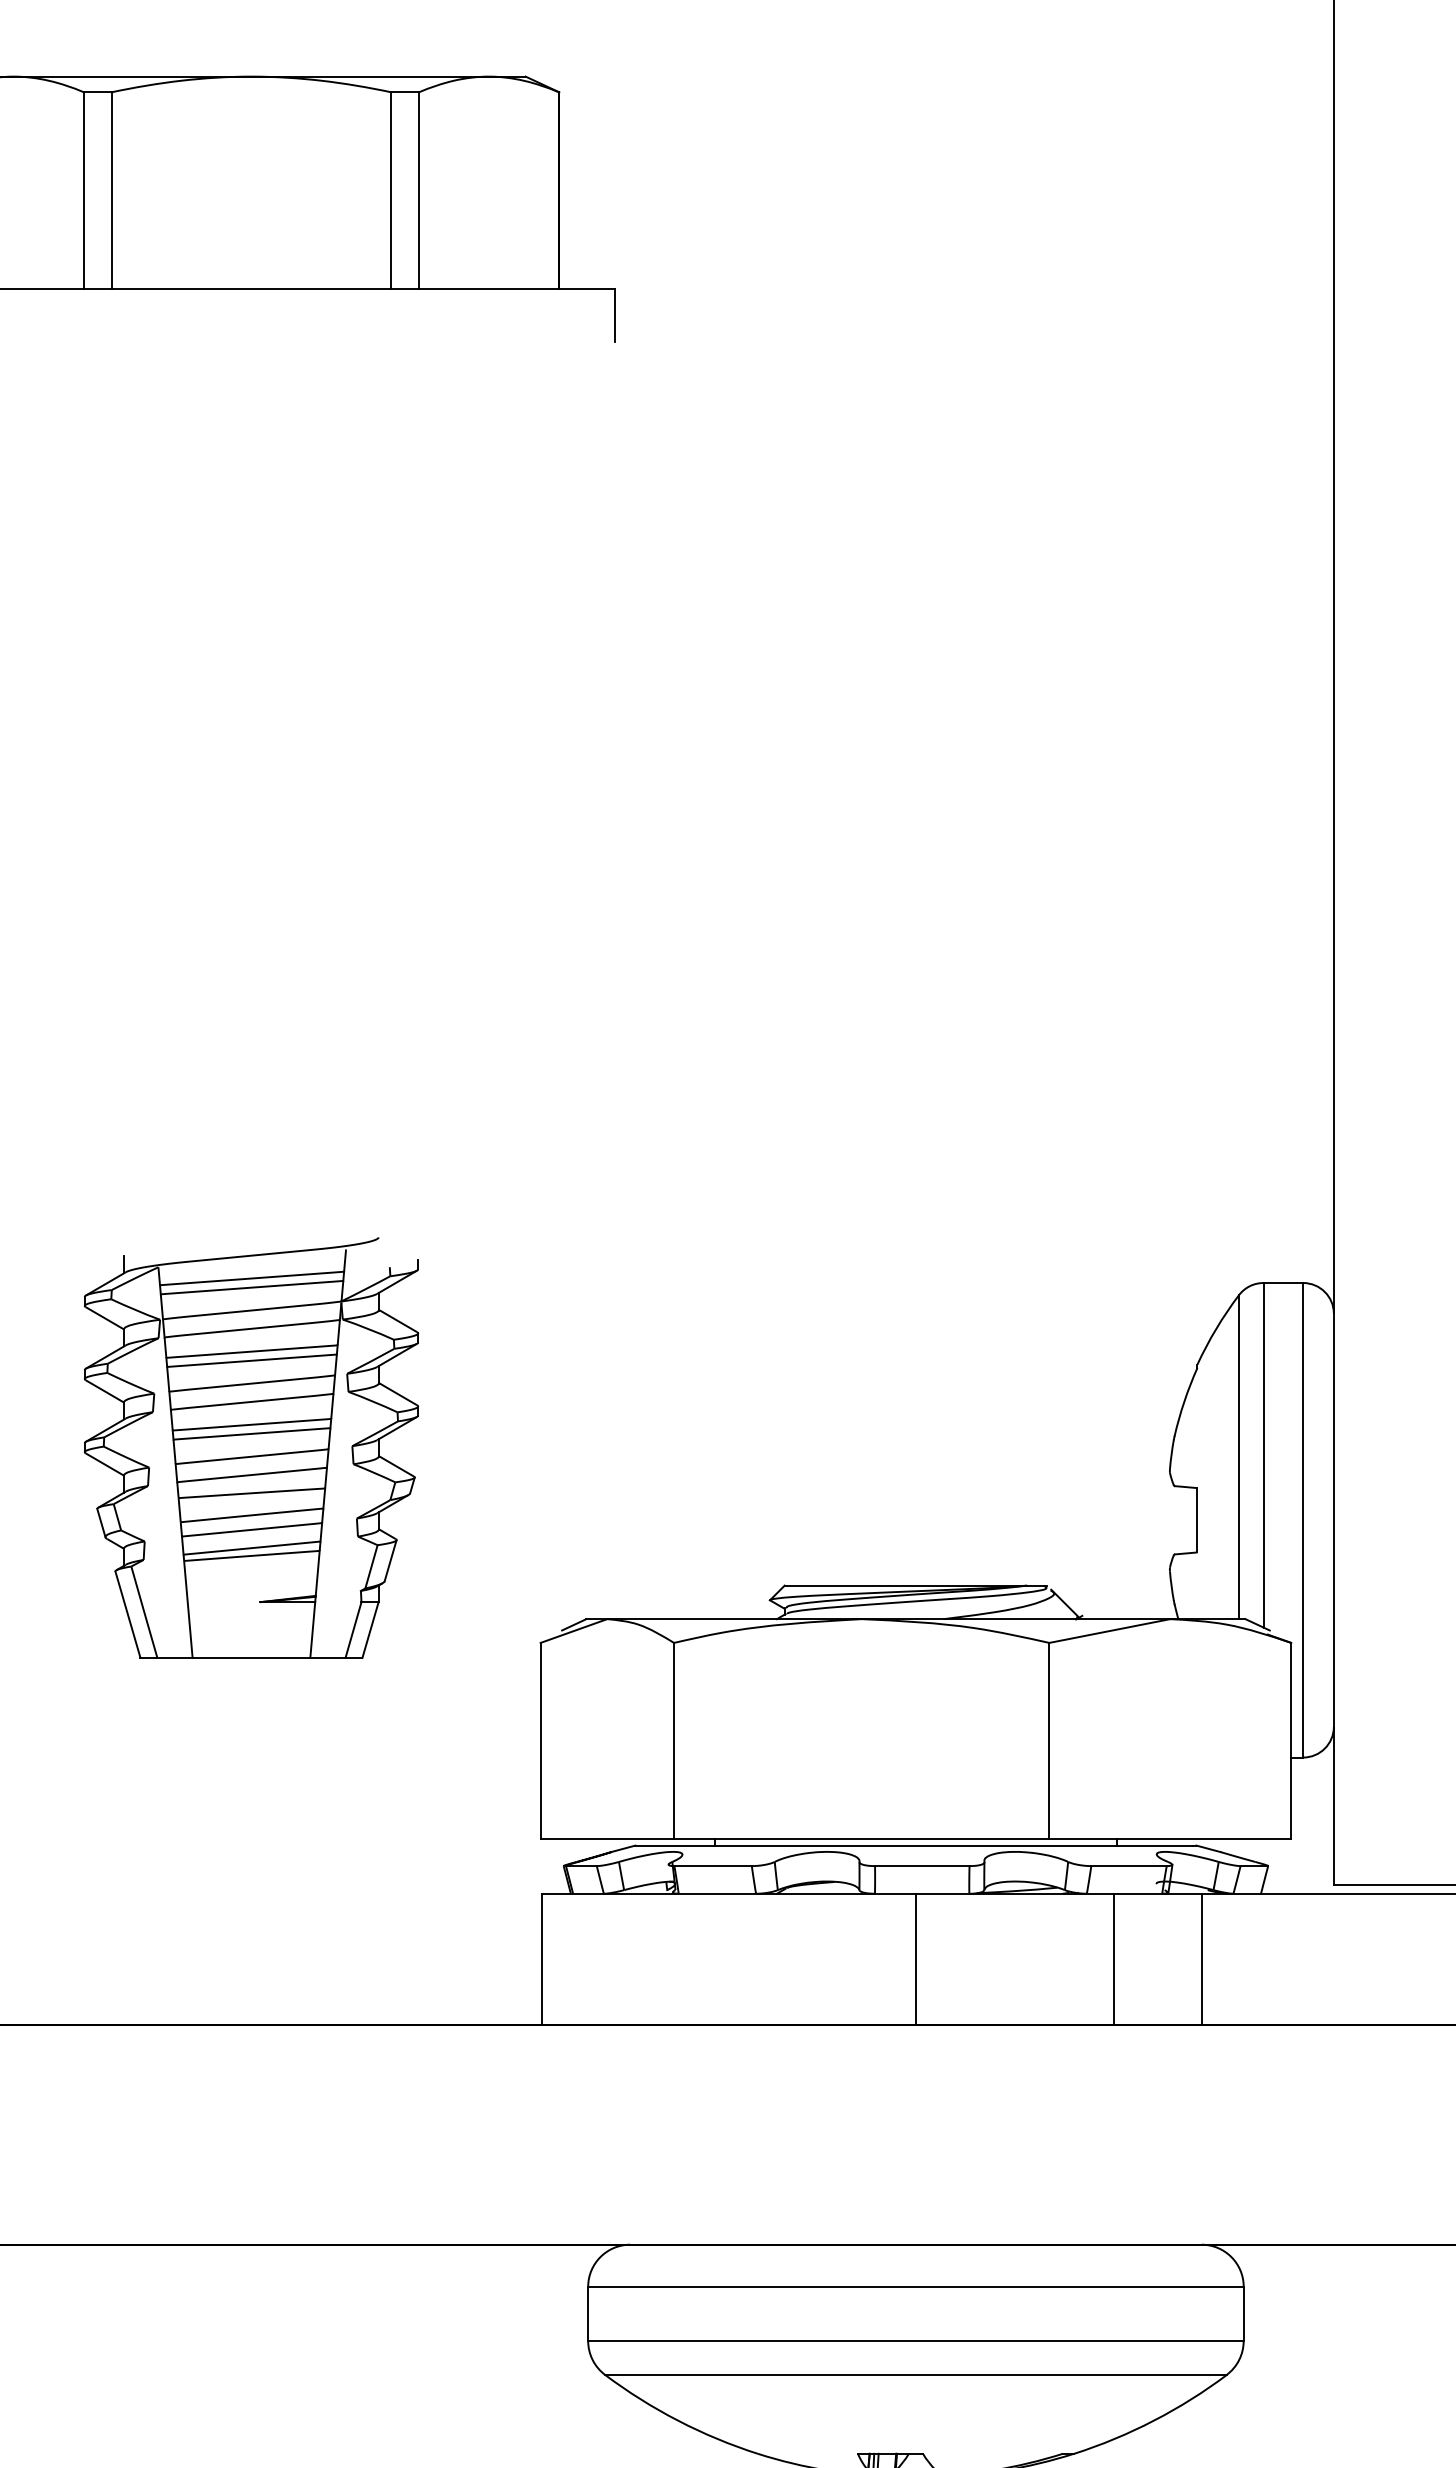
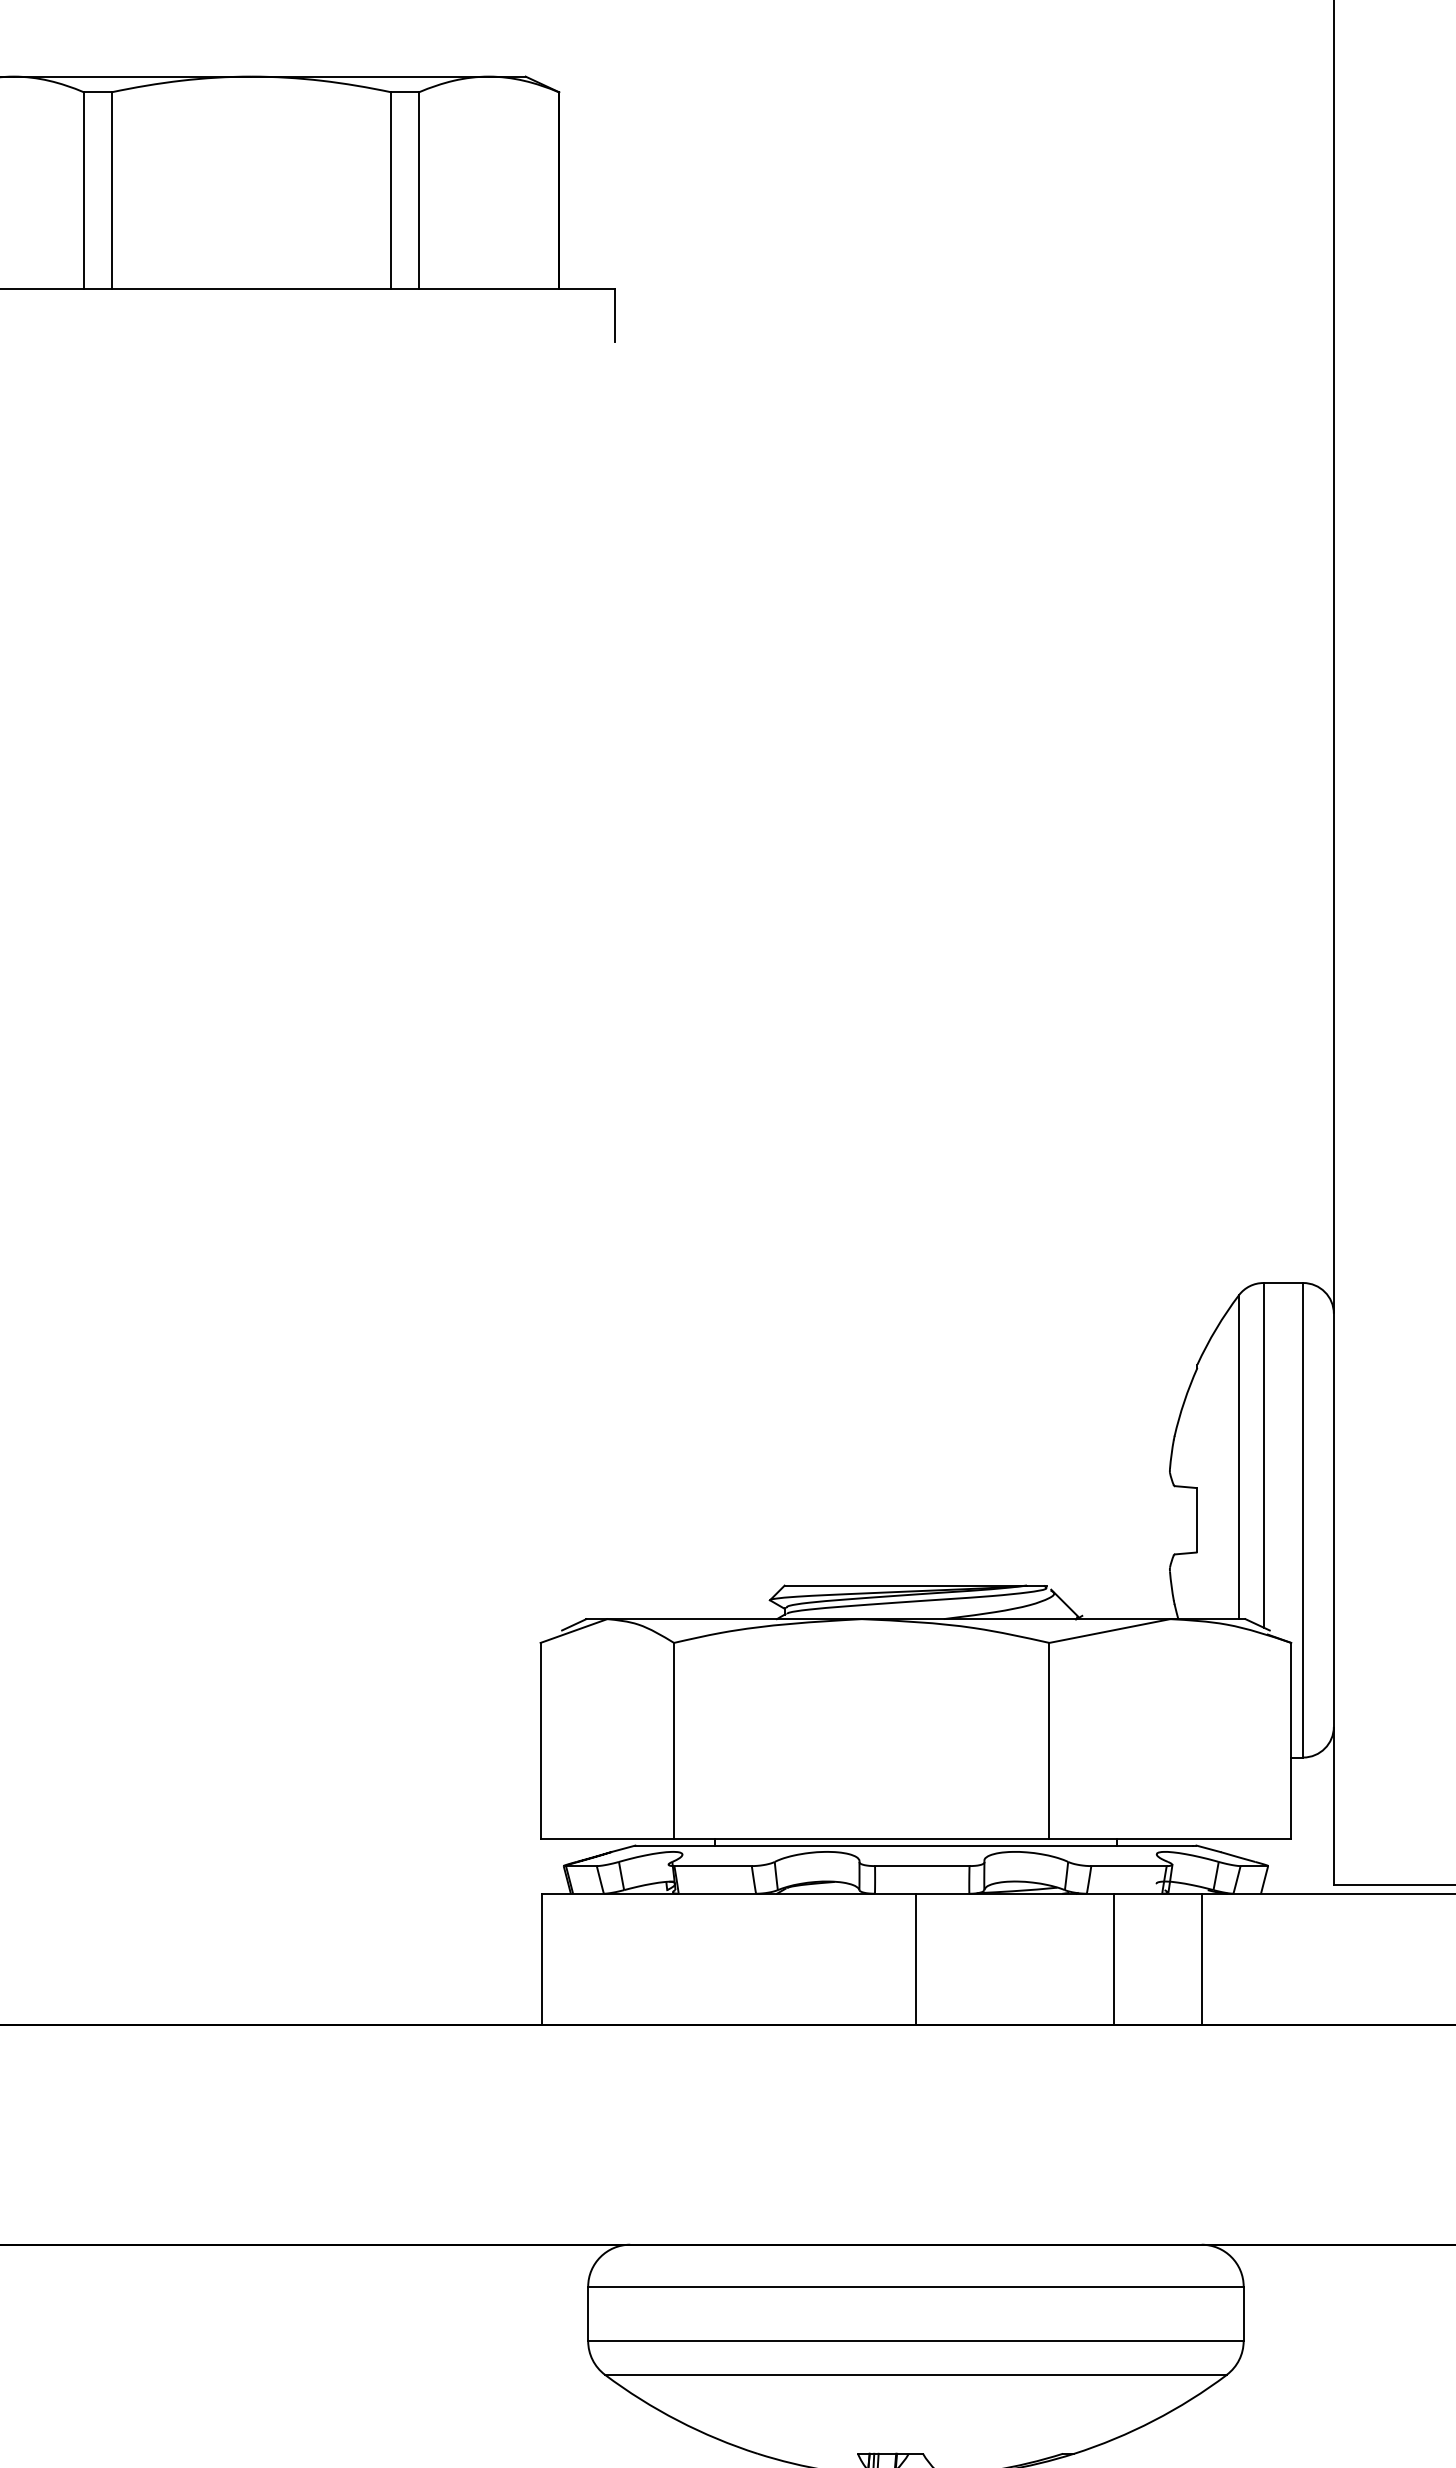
part at (251, 1447): present -> none
